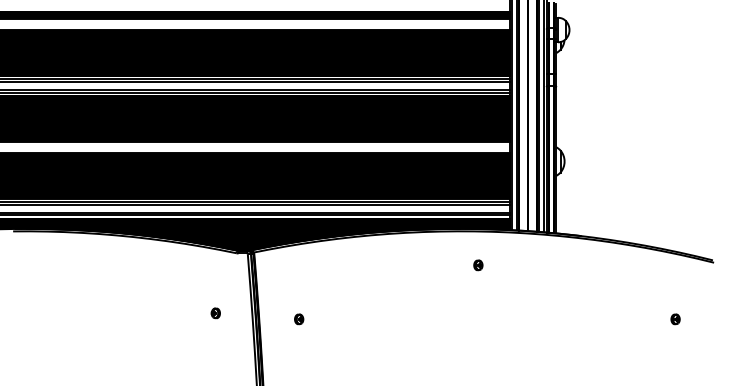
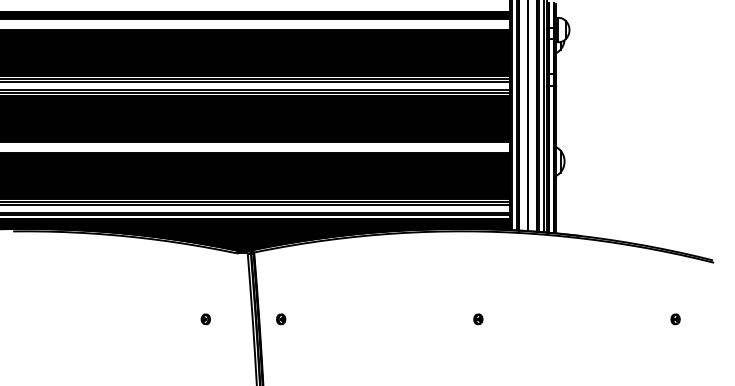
part at (478, 265) position: (478, 265) -> (478, 319)
part at (215, 313) position: (215, 313) -> (205, 319)
part at (299, 319) position: (299, 319) -> (281, 319)
